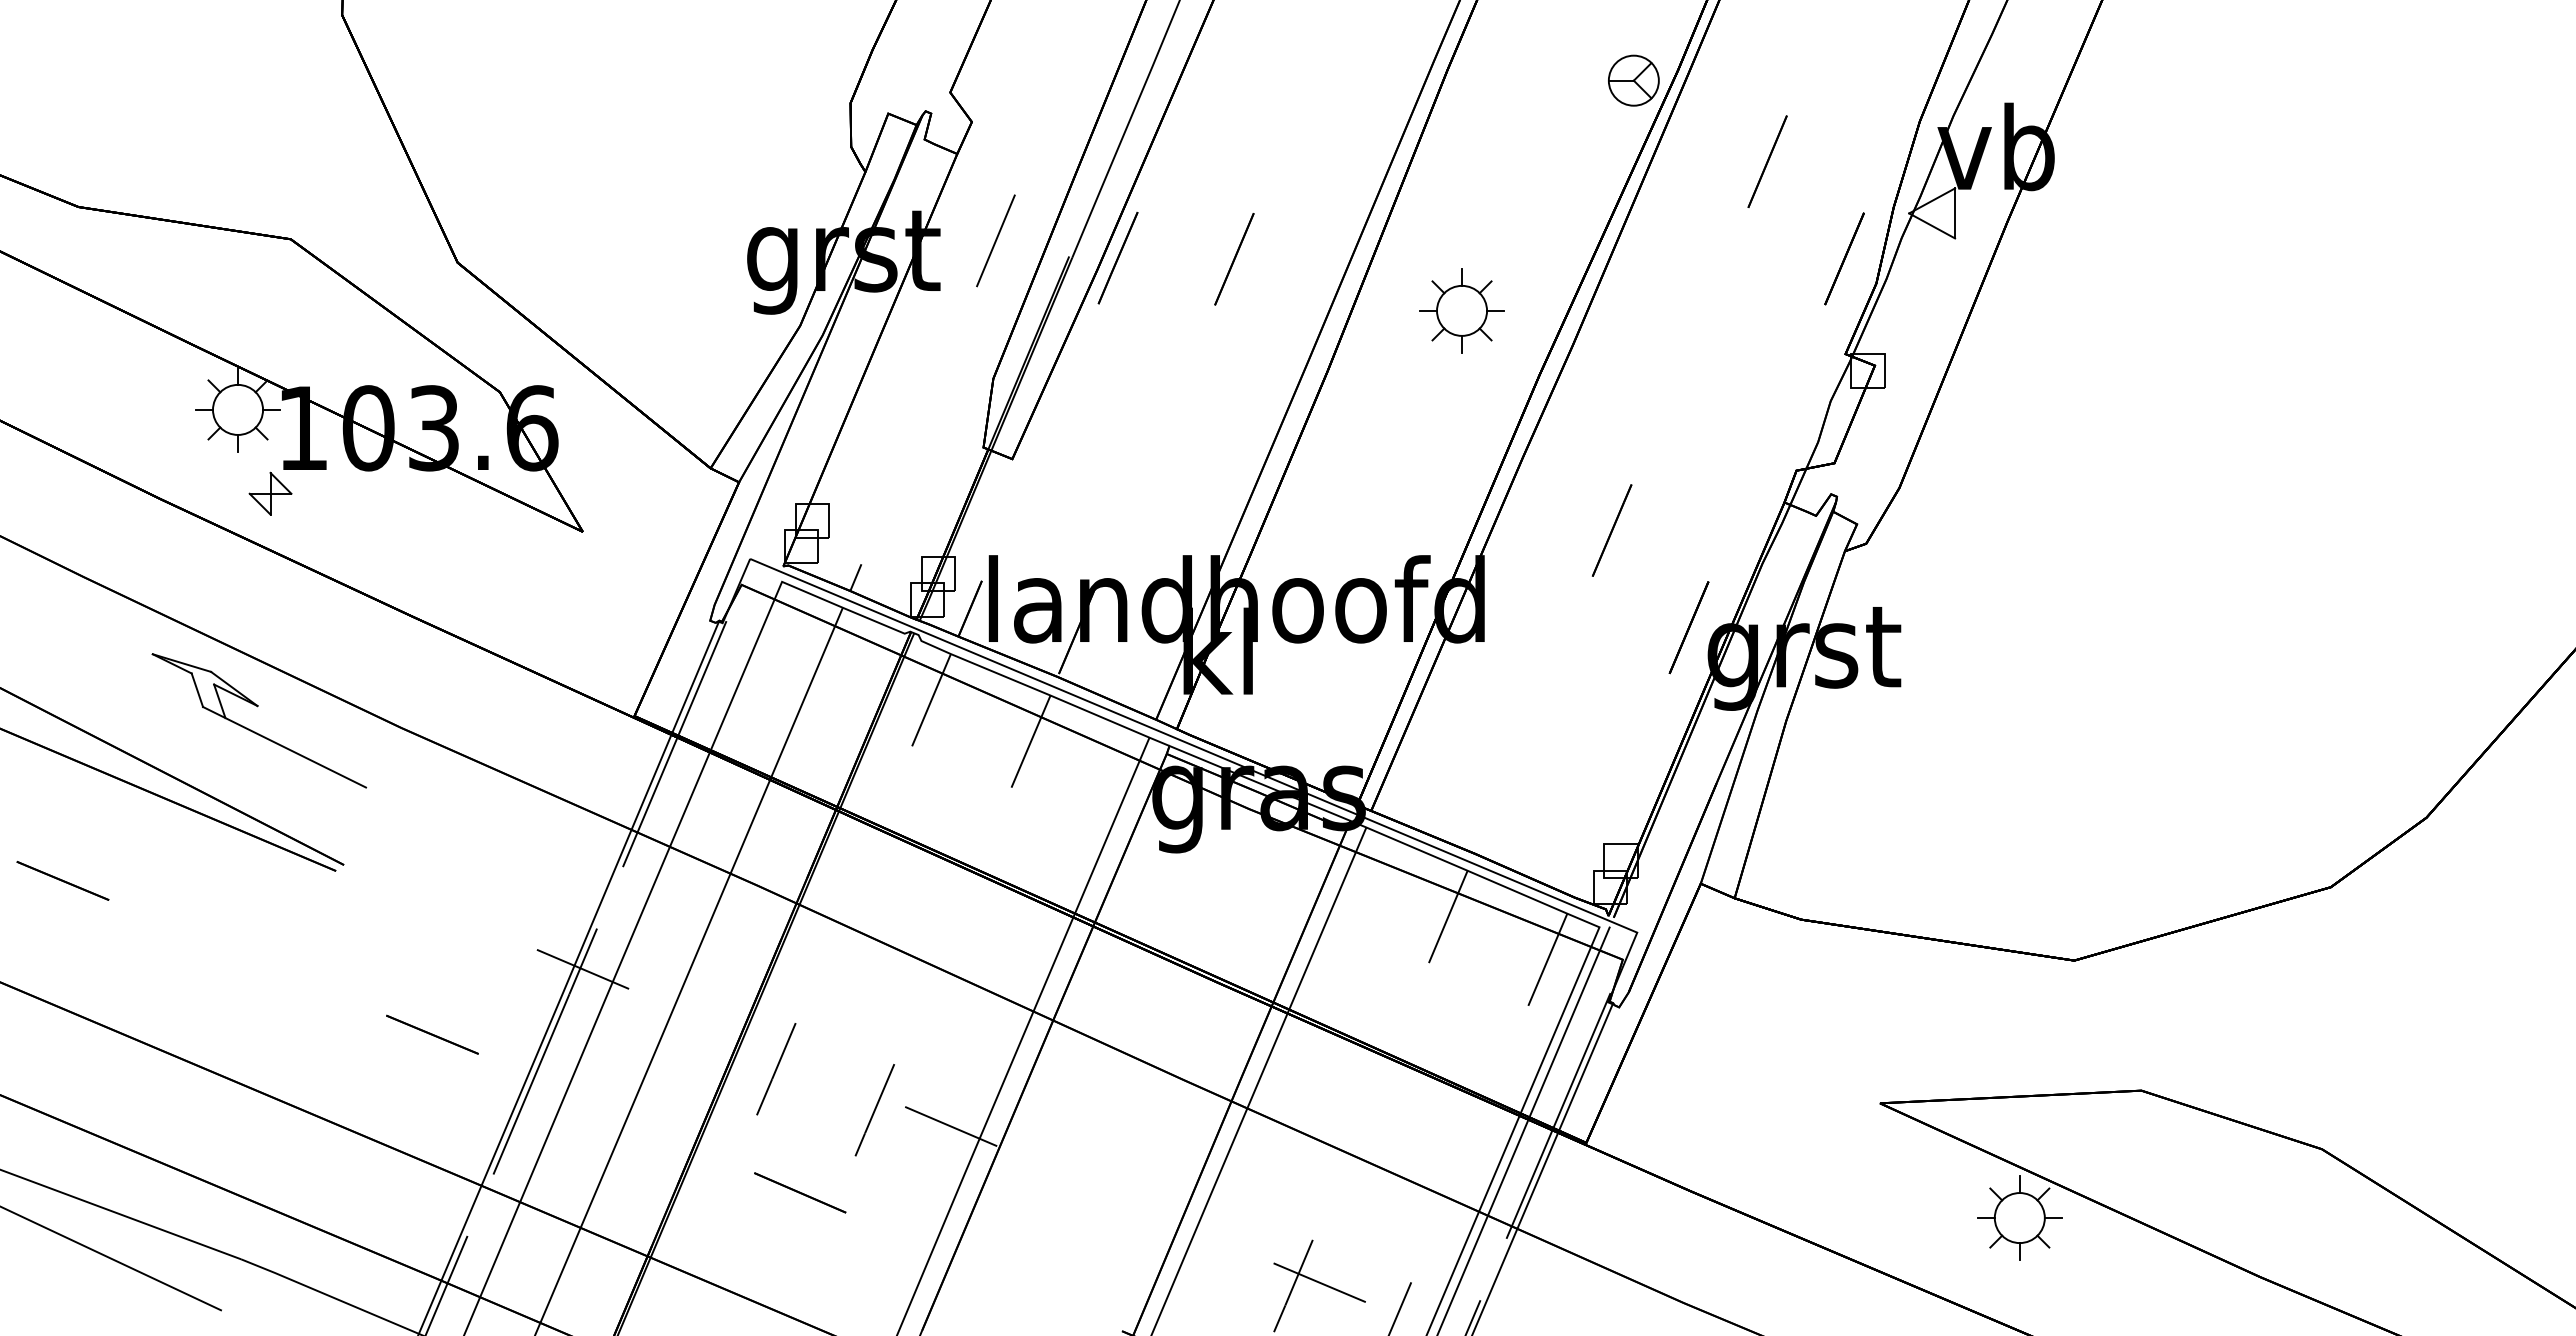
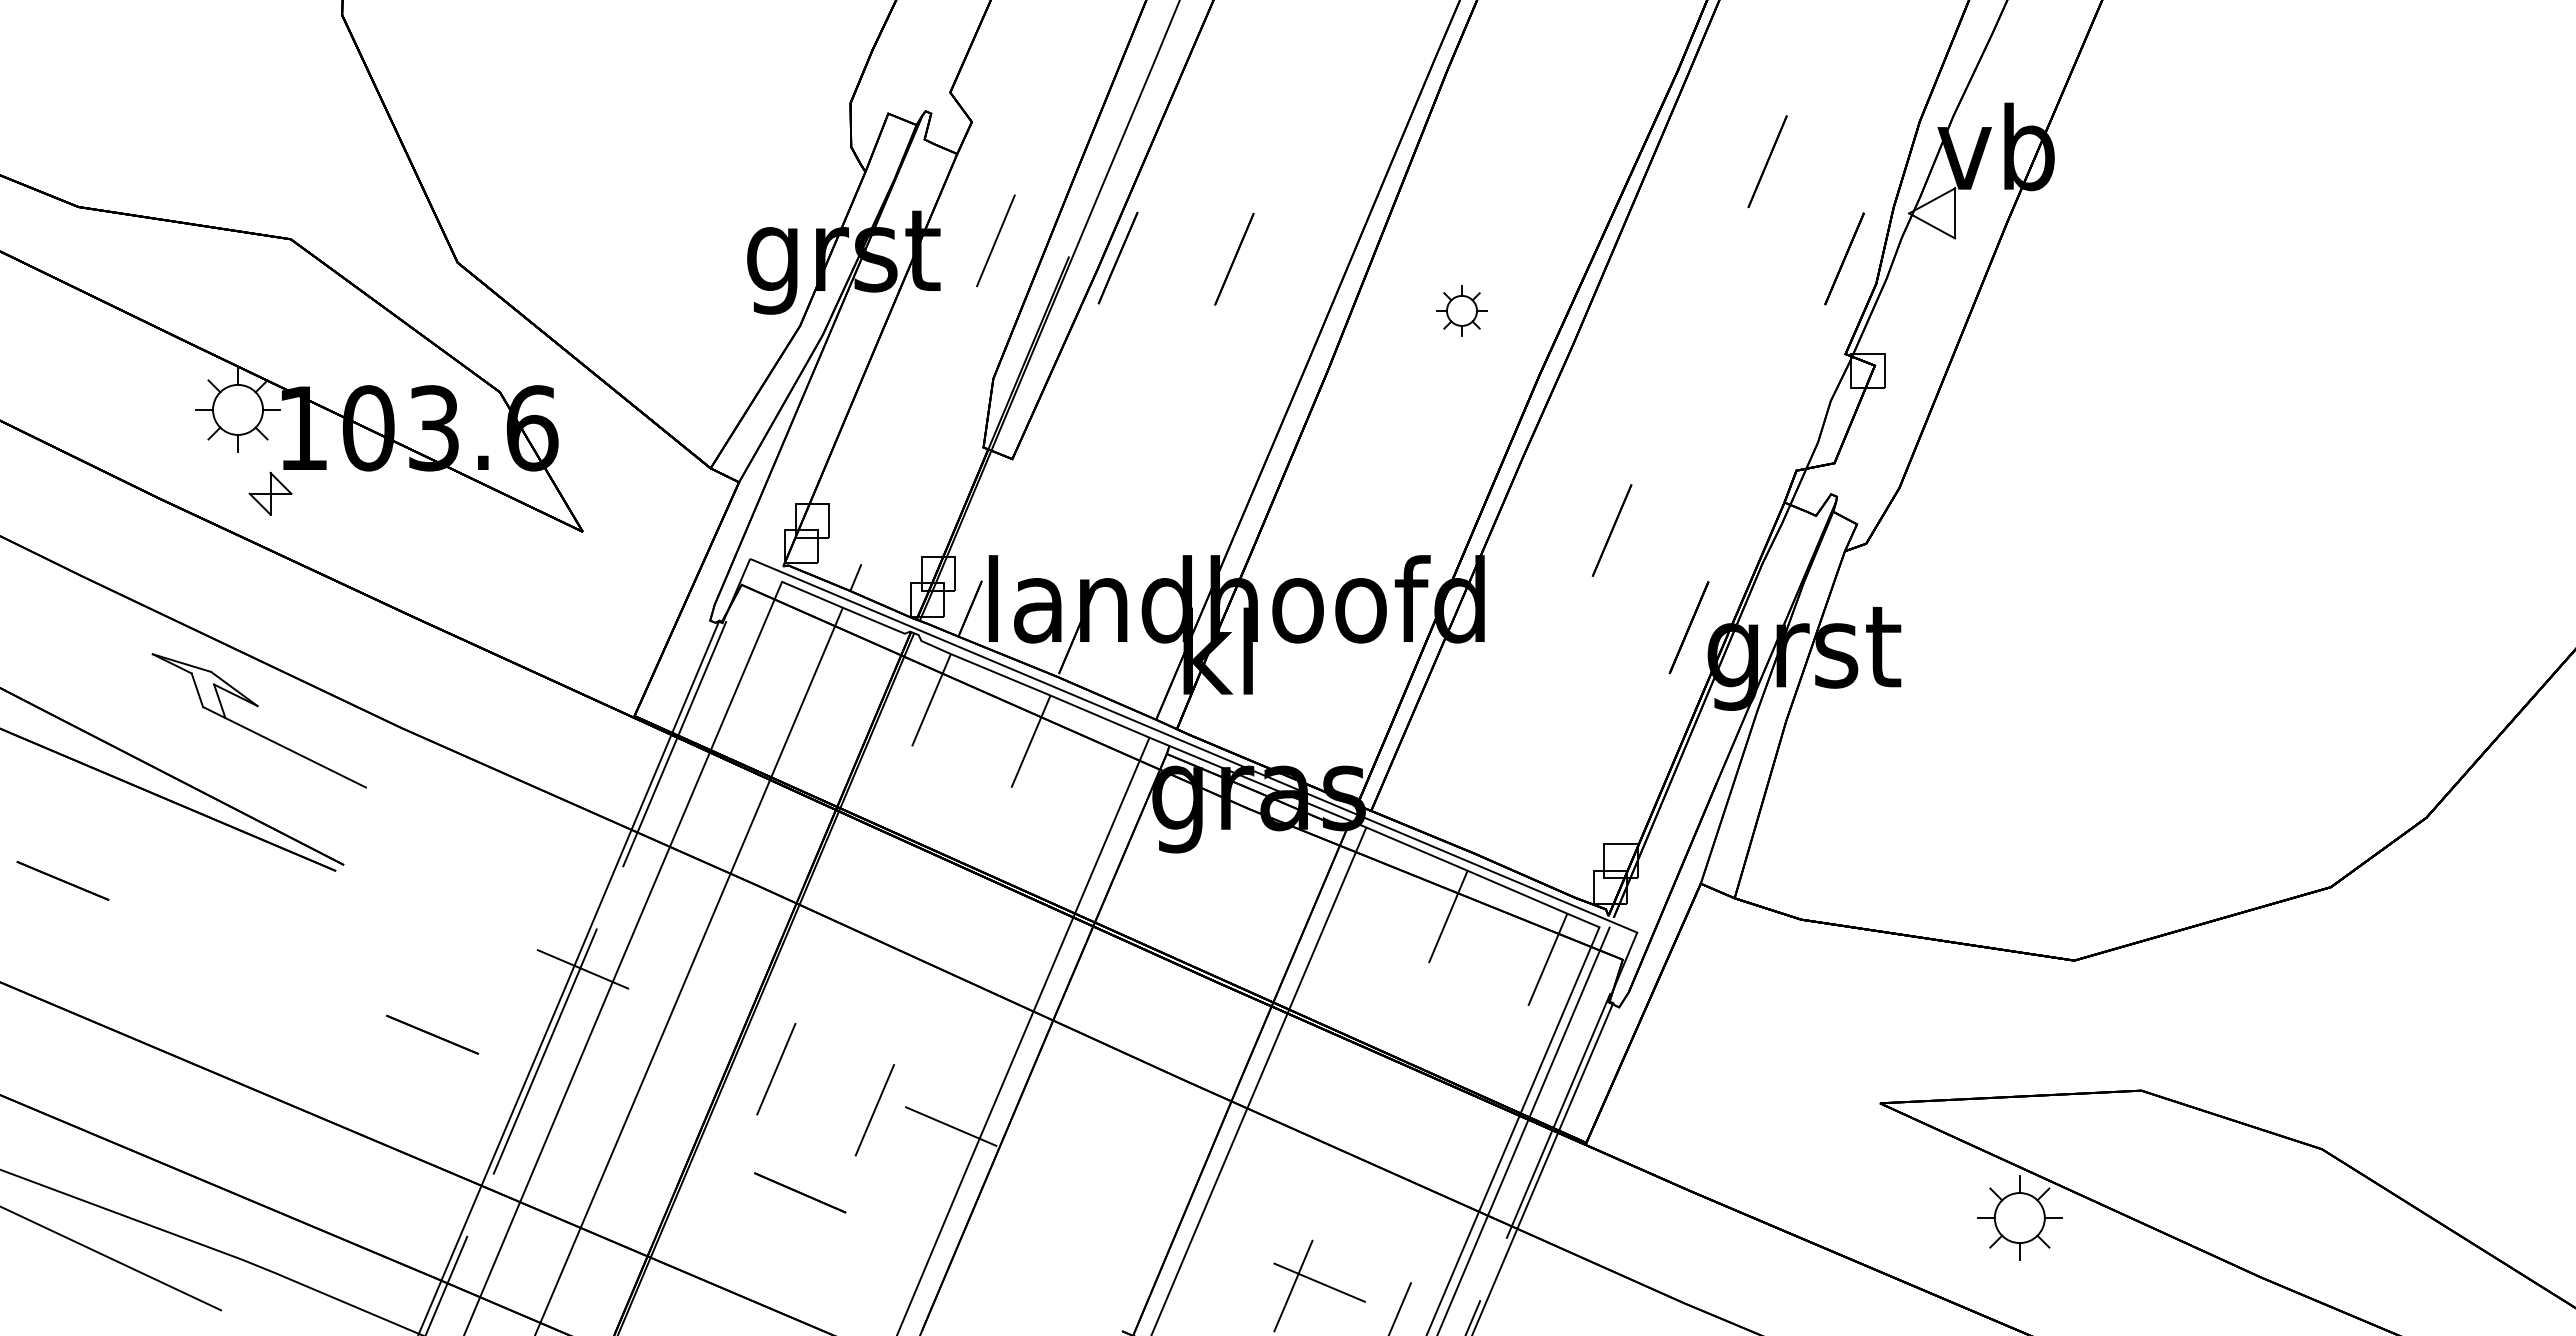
part at (1633, 80): present -> none
part at (1461, 310) size: 86x86 px -> 52x52 px
